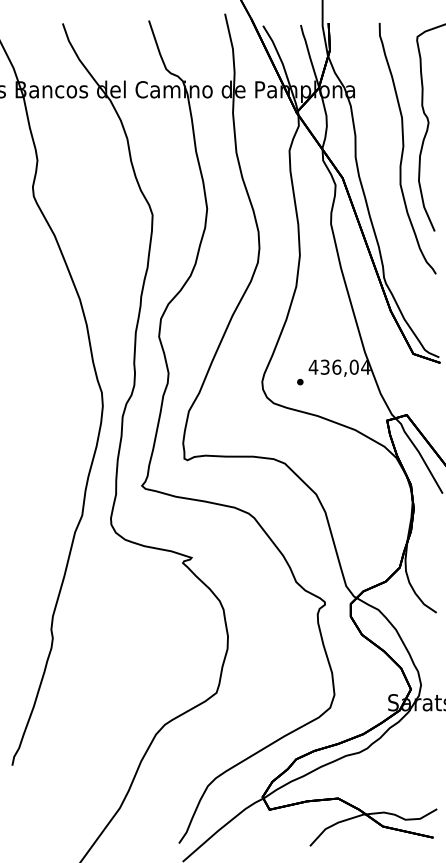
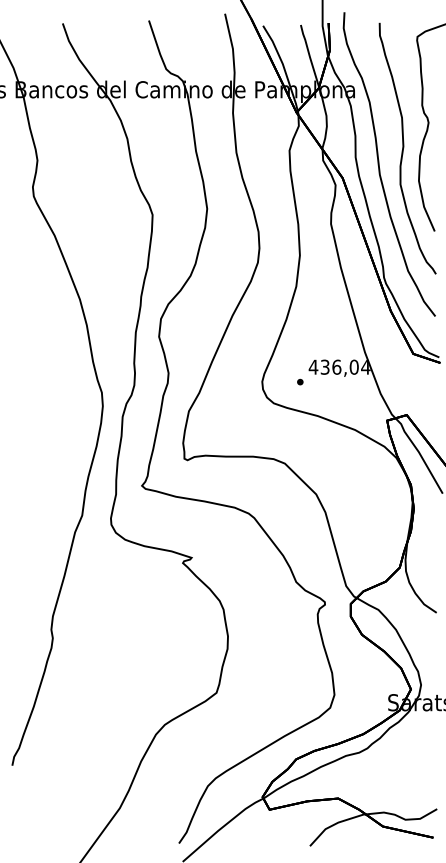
curve at (380, 168): none -> present
